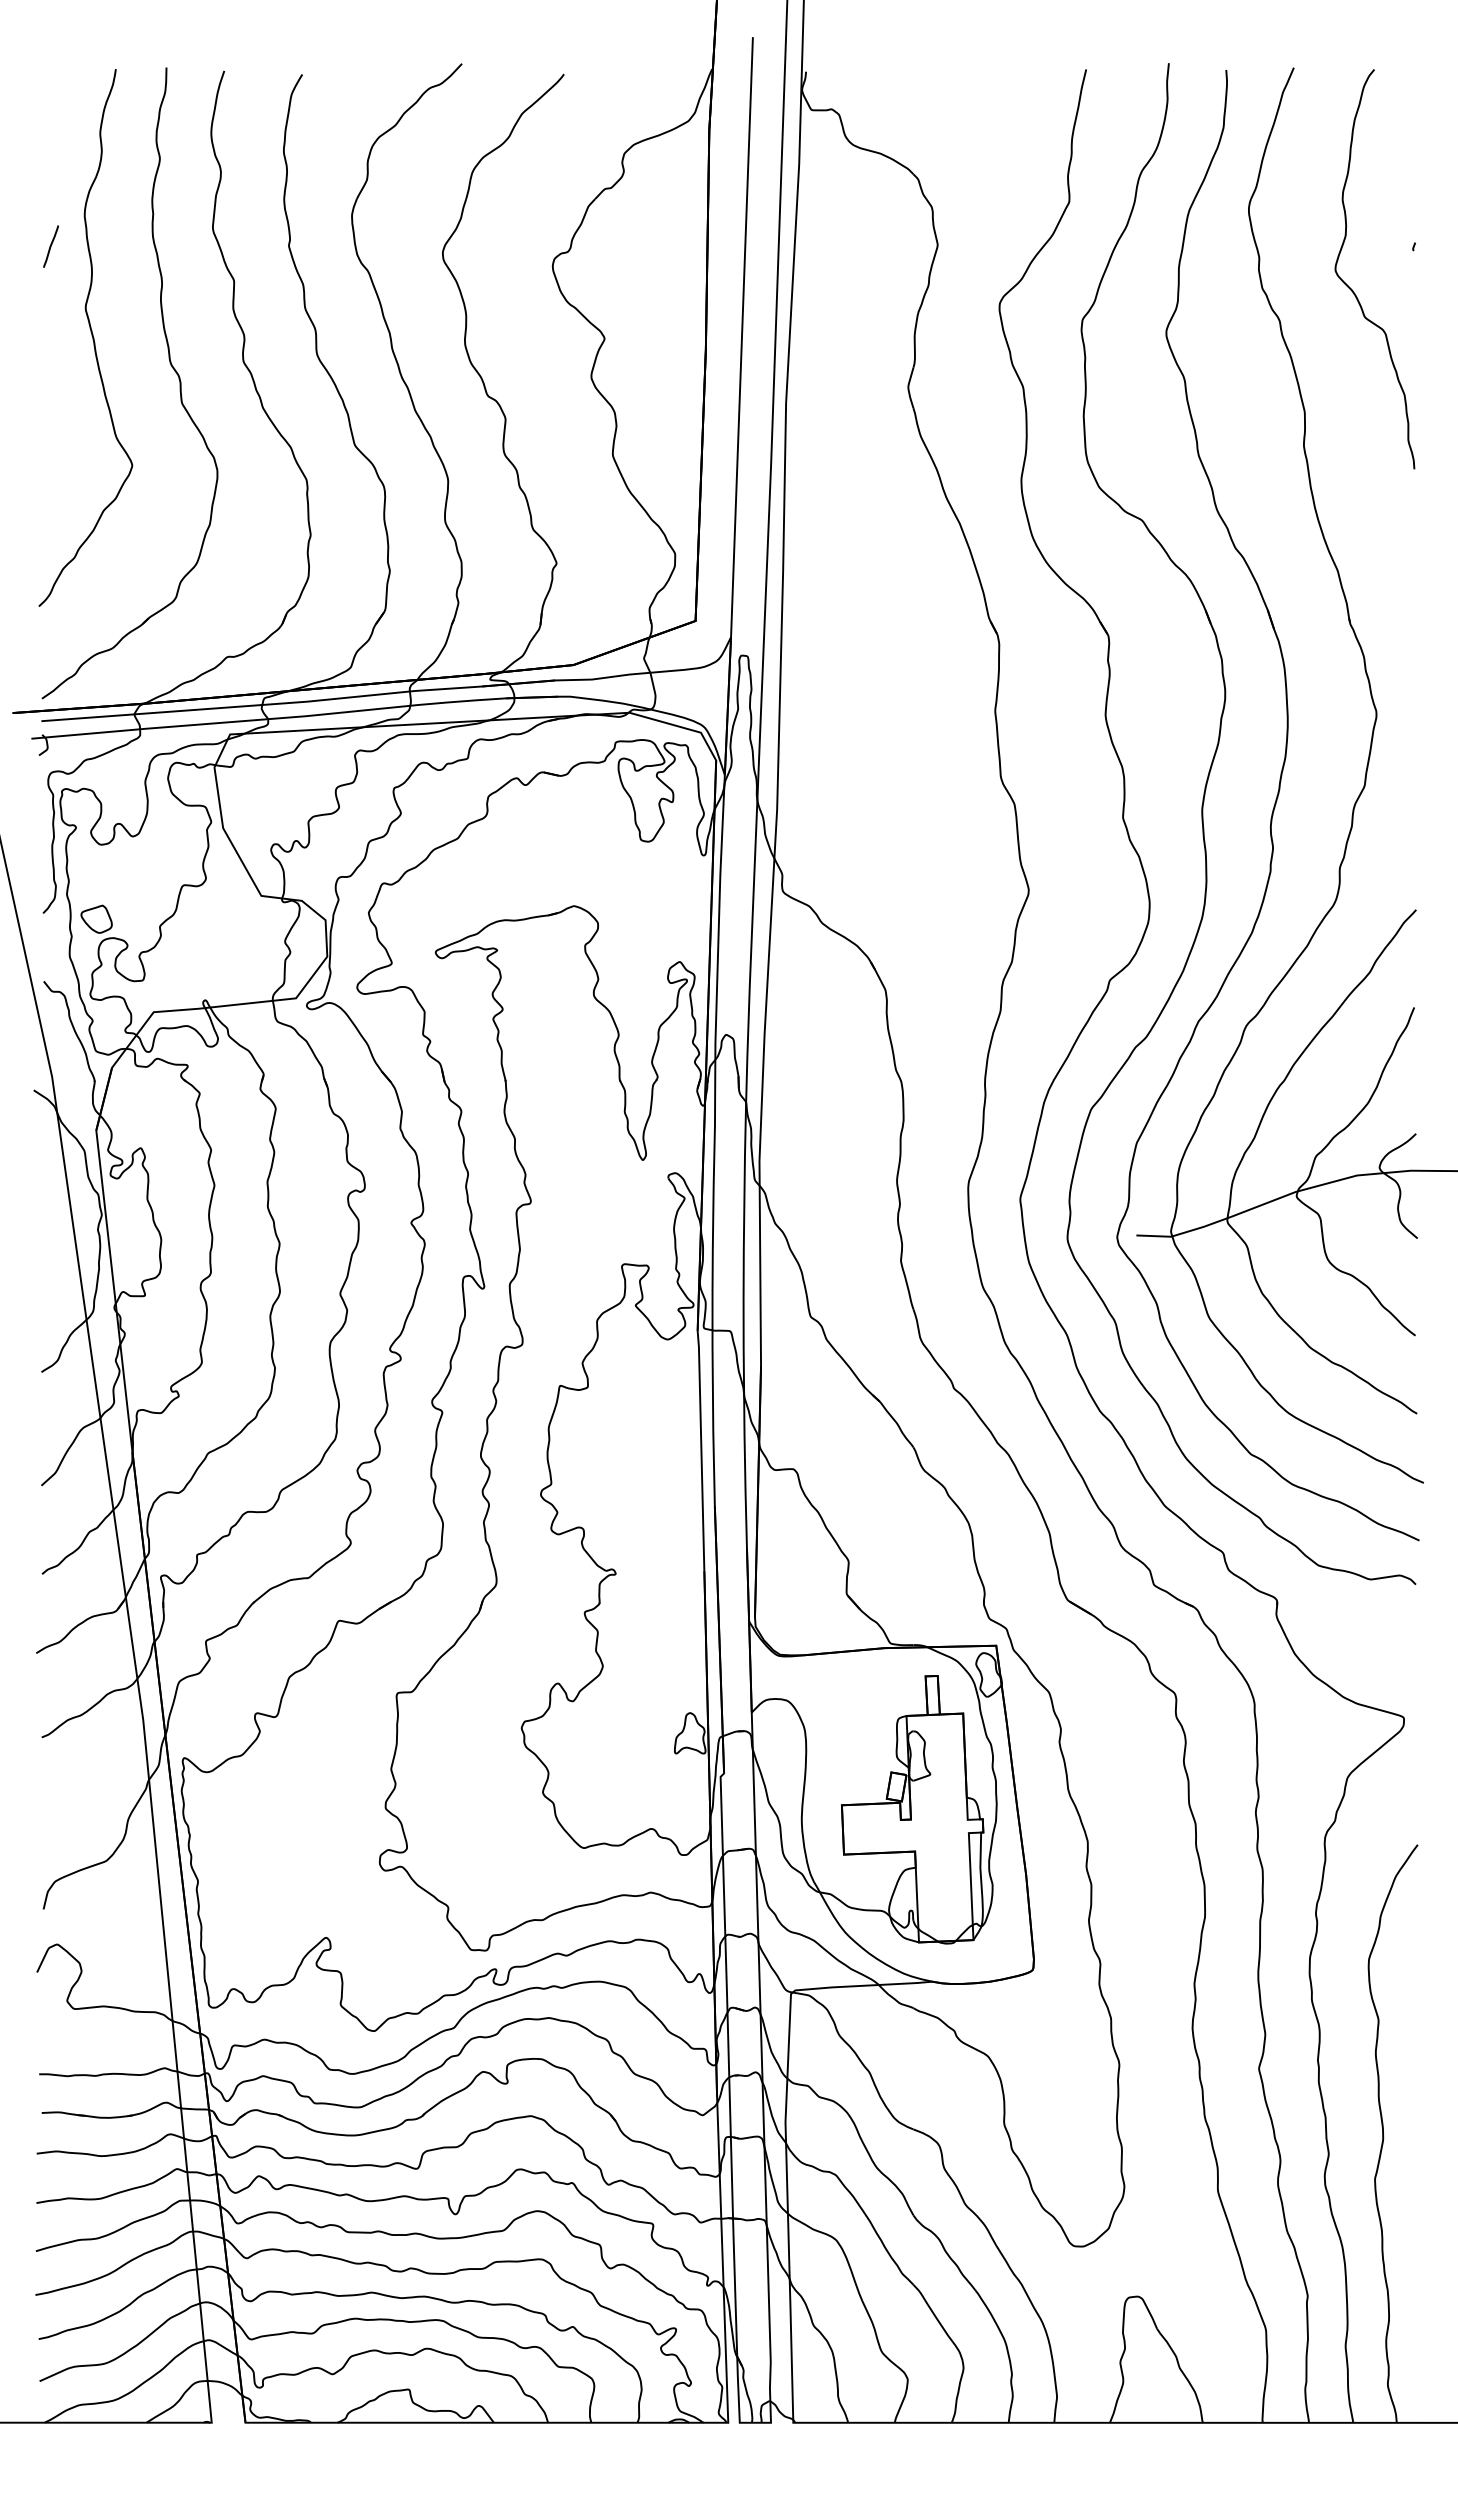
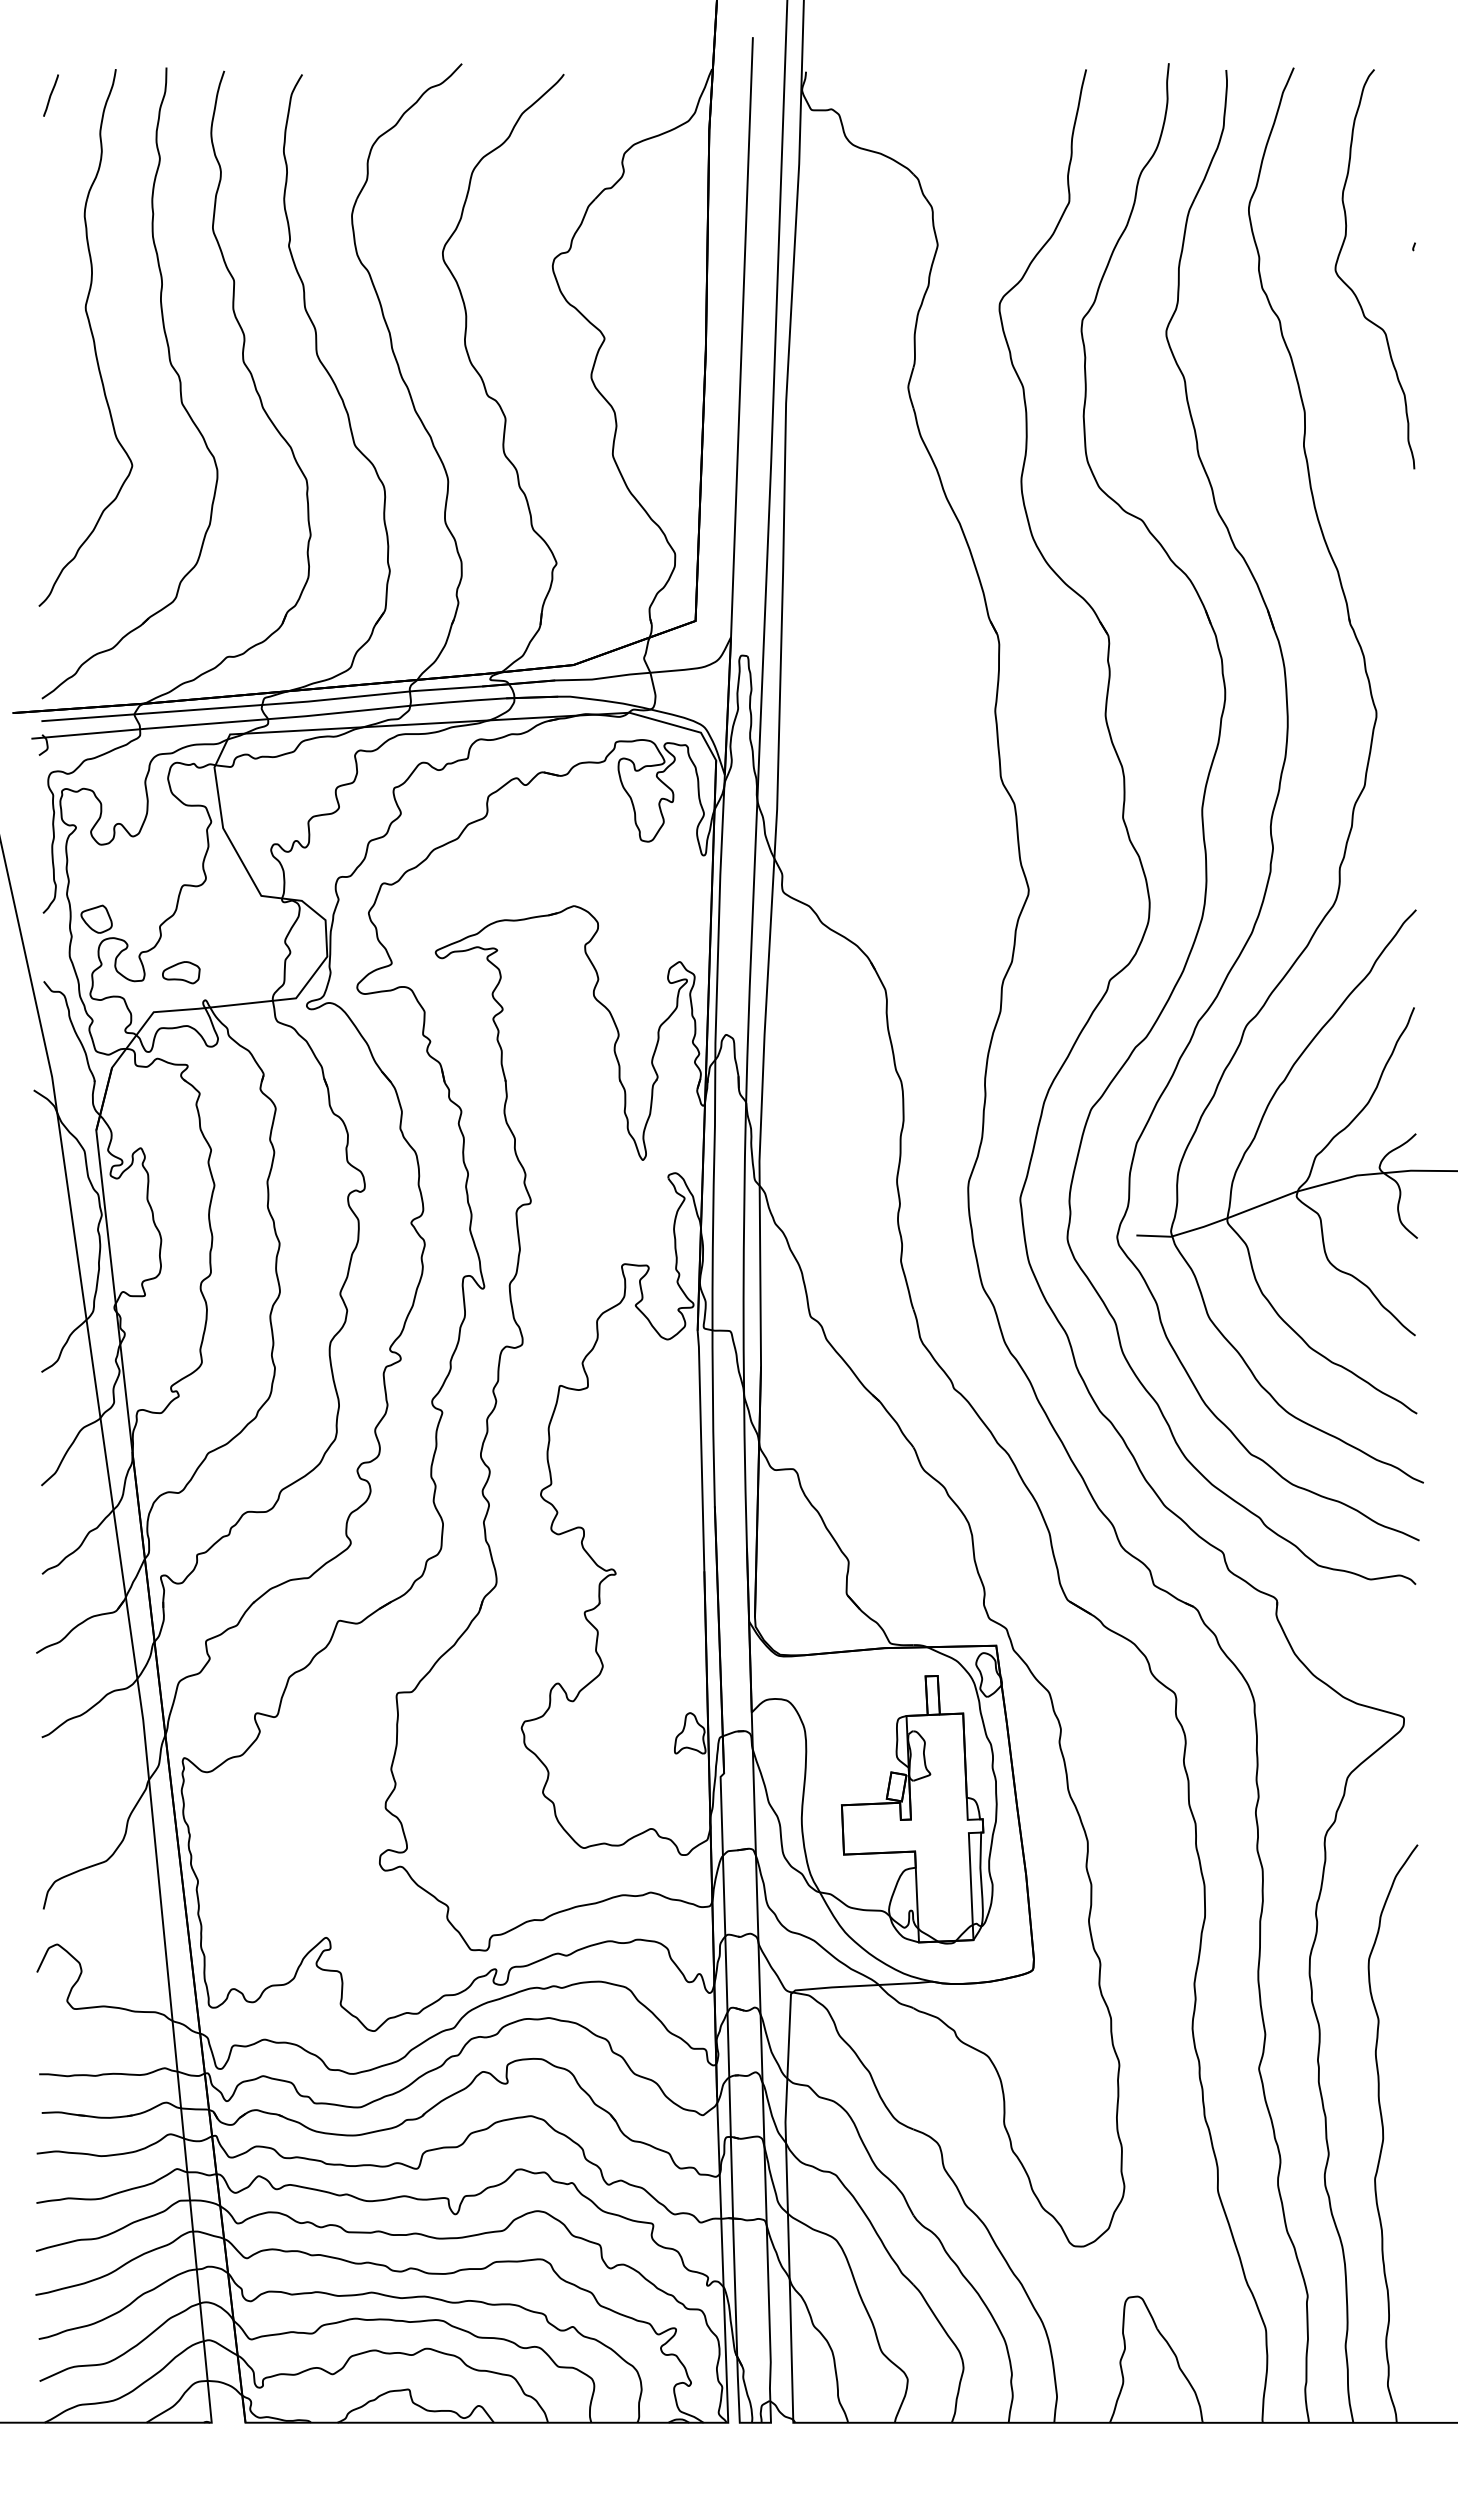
line at (50, 246) position: (50, 246) -> (50, 95)
part at (181, 972): none -> present
